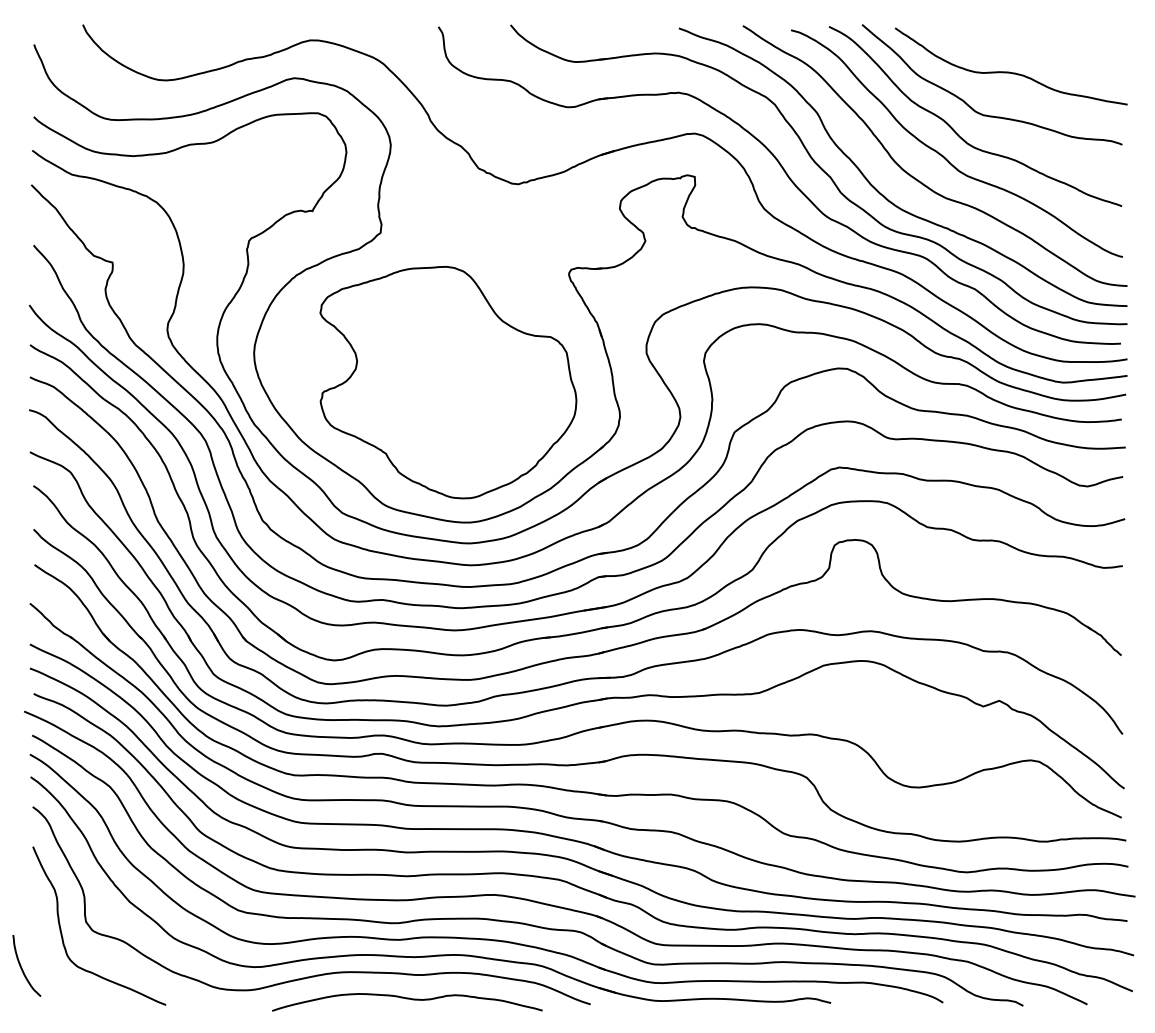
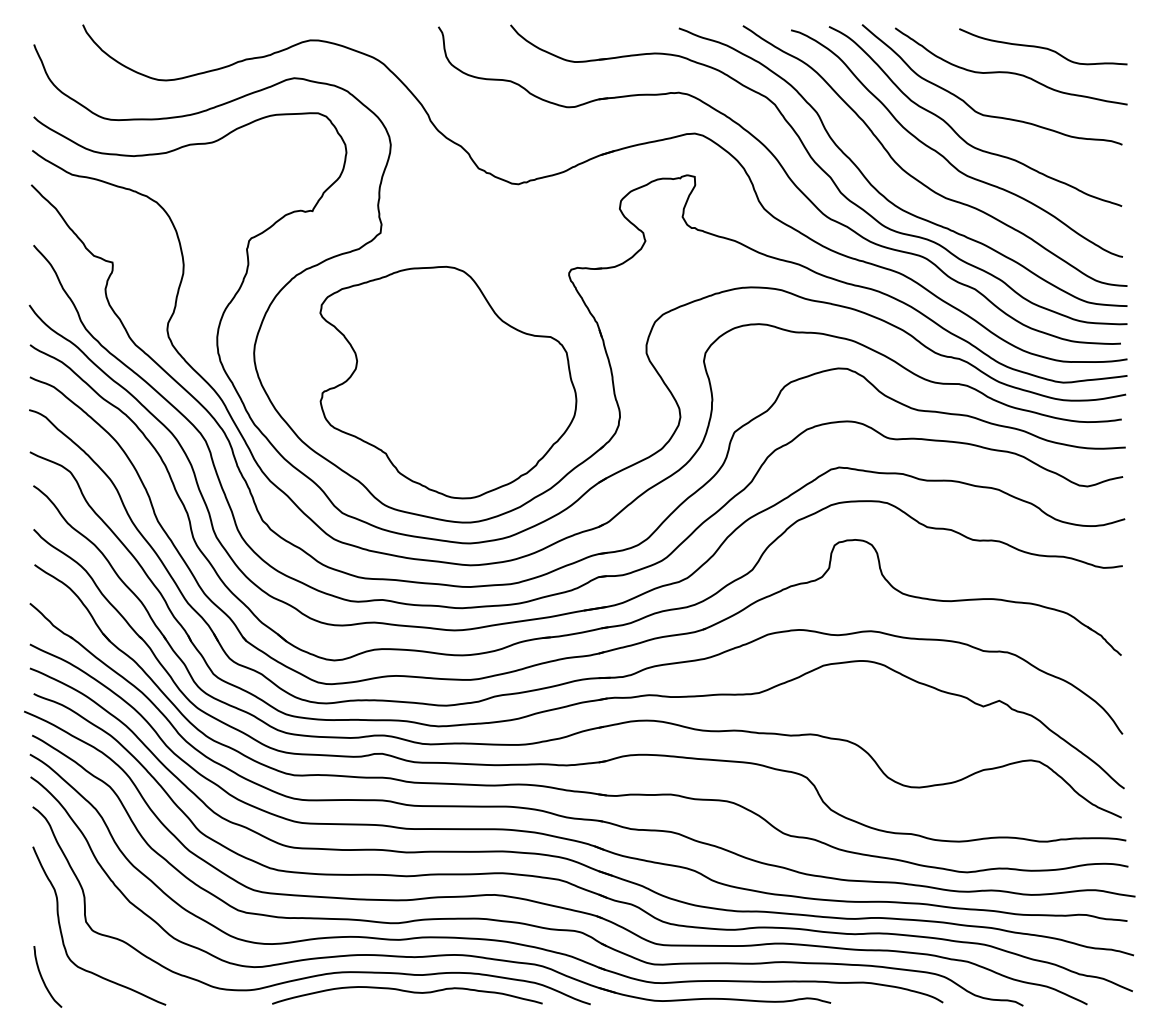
curve at (1043, 47): none -> present
curve at (22, 967) position: (22, 967) -> (43, 978)
curve at (407, 999) position: (407, 999) -> (407, 992)
